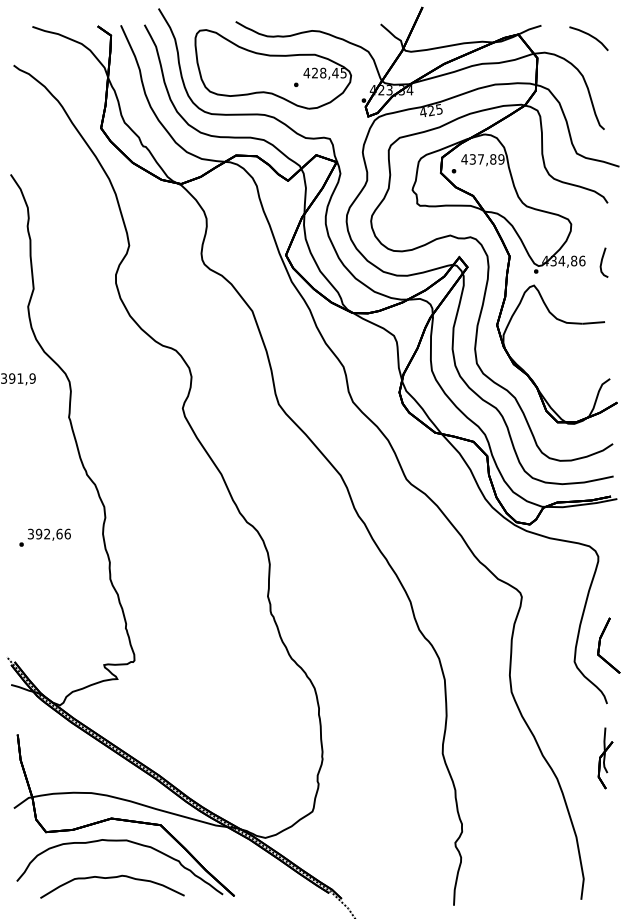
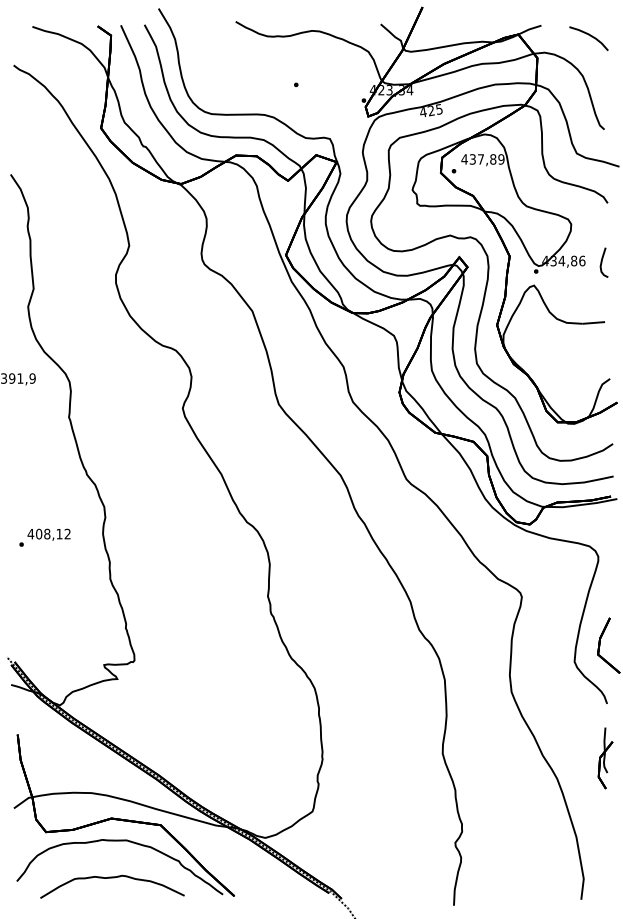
part at (272, 69): present -> none
text at (48, 533): 392,66 -> 408,12
